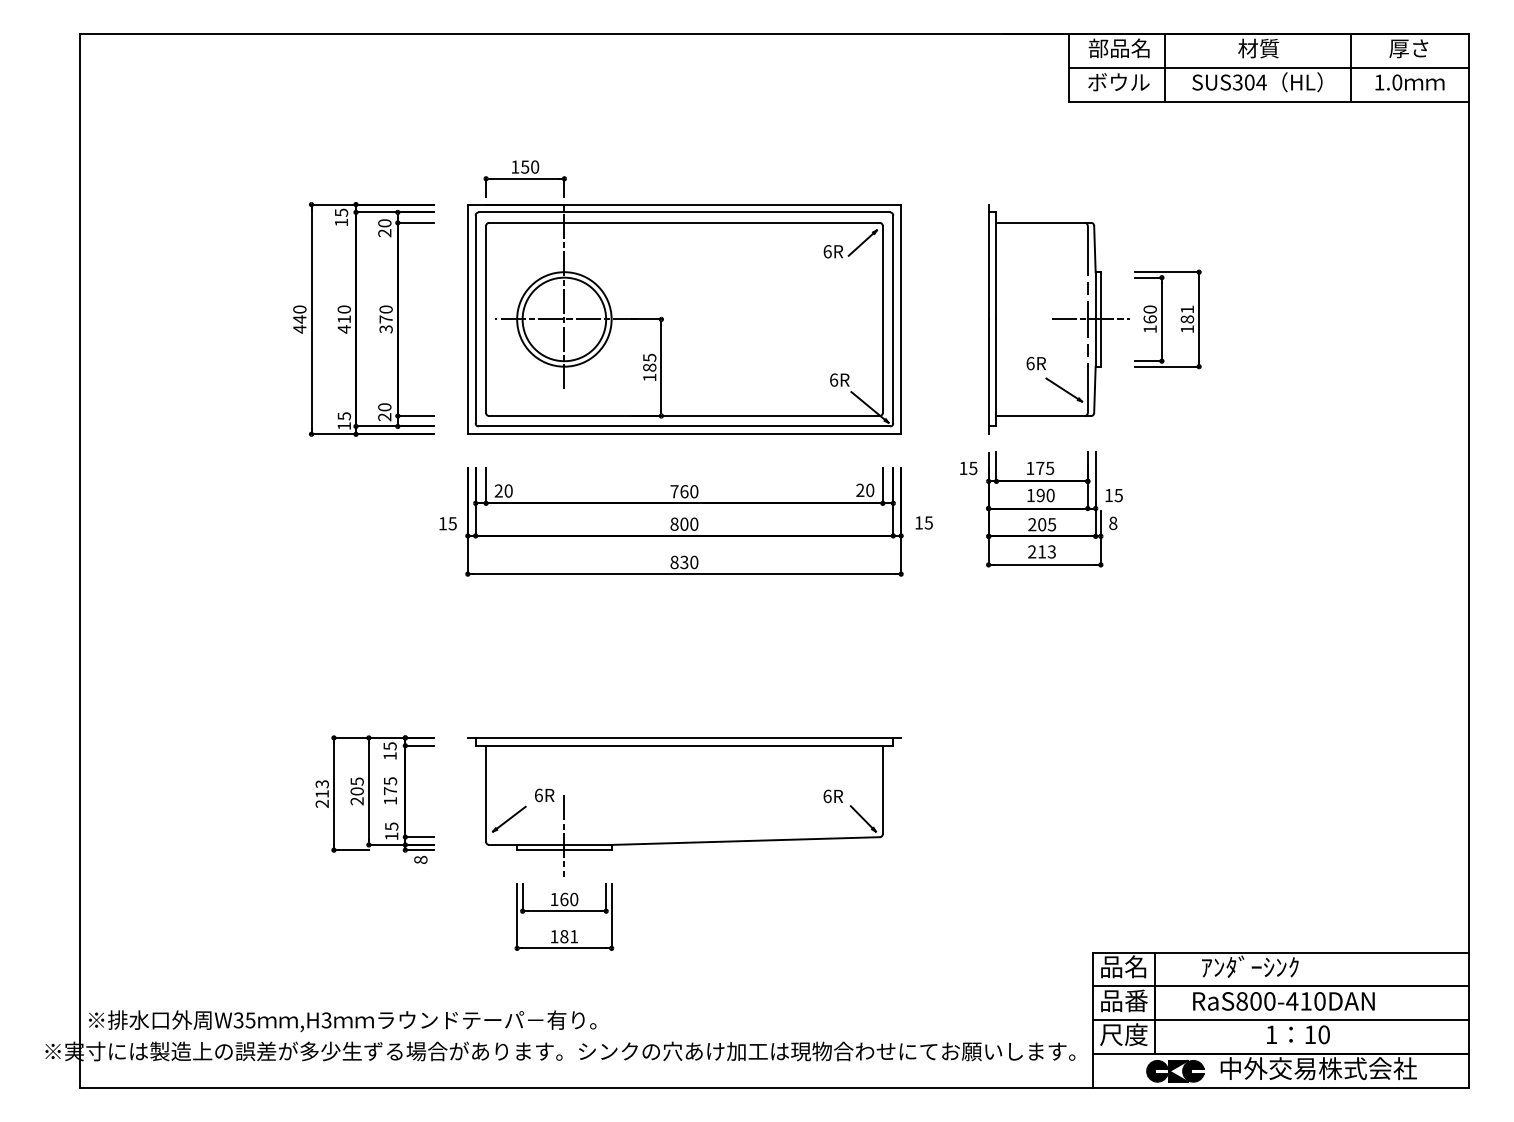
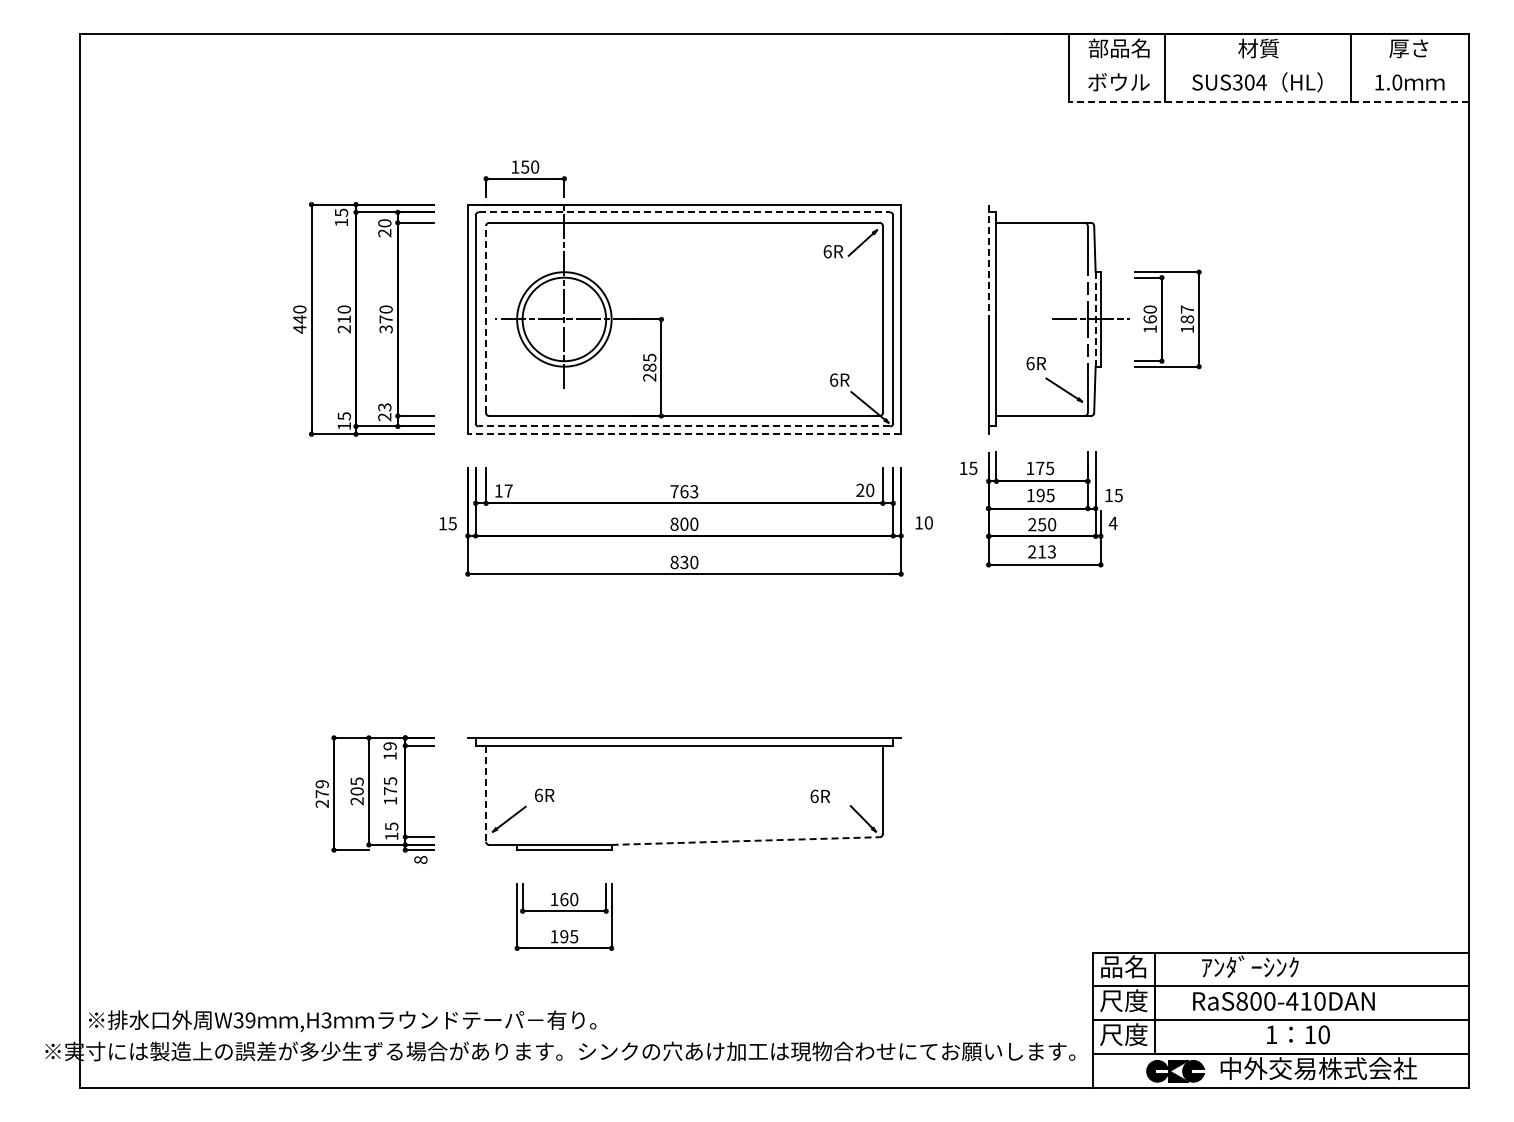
line at (1268, 67): present -> none
line at (1268, 101): solid -> dashed
line at (684, 212): solid -> dashed
line at (988, 262): solid -> dashed
text at (1187, 309): 181 -> 187
line at (486, 318): solid -> dashed
line at (1095, 319): solid -> dashed
text at (343, 329): 410 -> 210
text at (649, 377): 185 -> 285
text at (384, 407): 20 -> 23
line at (684, 426): solid -> dashed
line at (684, 434): solid -> dashed
text at (503, 490): 20 -> 17
text at (694, 491): 760 -> 763
text at (1050, 495): 190 -> 195
text at (928, 522): 15 -> 10
text at (1112, 523): 8 -> 4
text at (1047, 524): 205 -> 250
text at (389, 746): 15 -> 19
text at (321, 789): 213 -> 279
line at (486, 794): solid -> dashed
text at (832, 796) position: (832, 796) -> (819, 796)
line at (564, 836): present -> none
line at (746, 841): solid -> dashed
text at (569, 936): 181 -> 195
text at (1123, 1000): 品番 -> 尺度
text at (250, 1020): W35 -> W39
